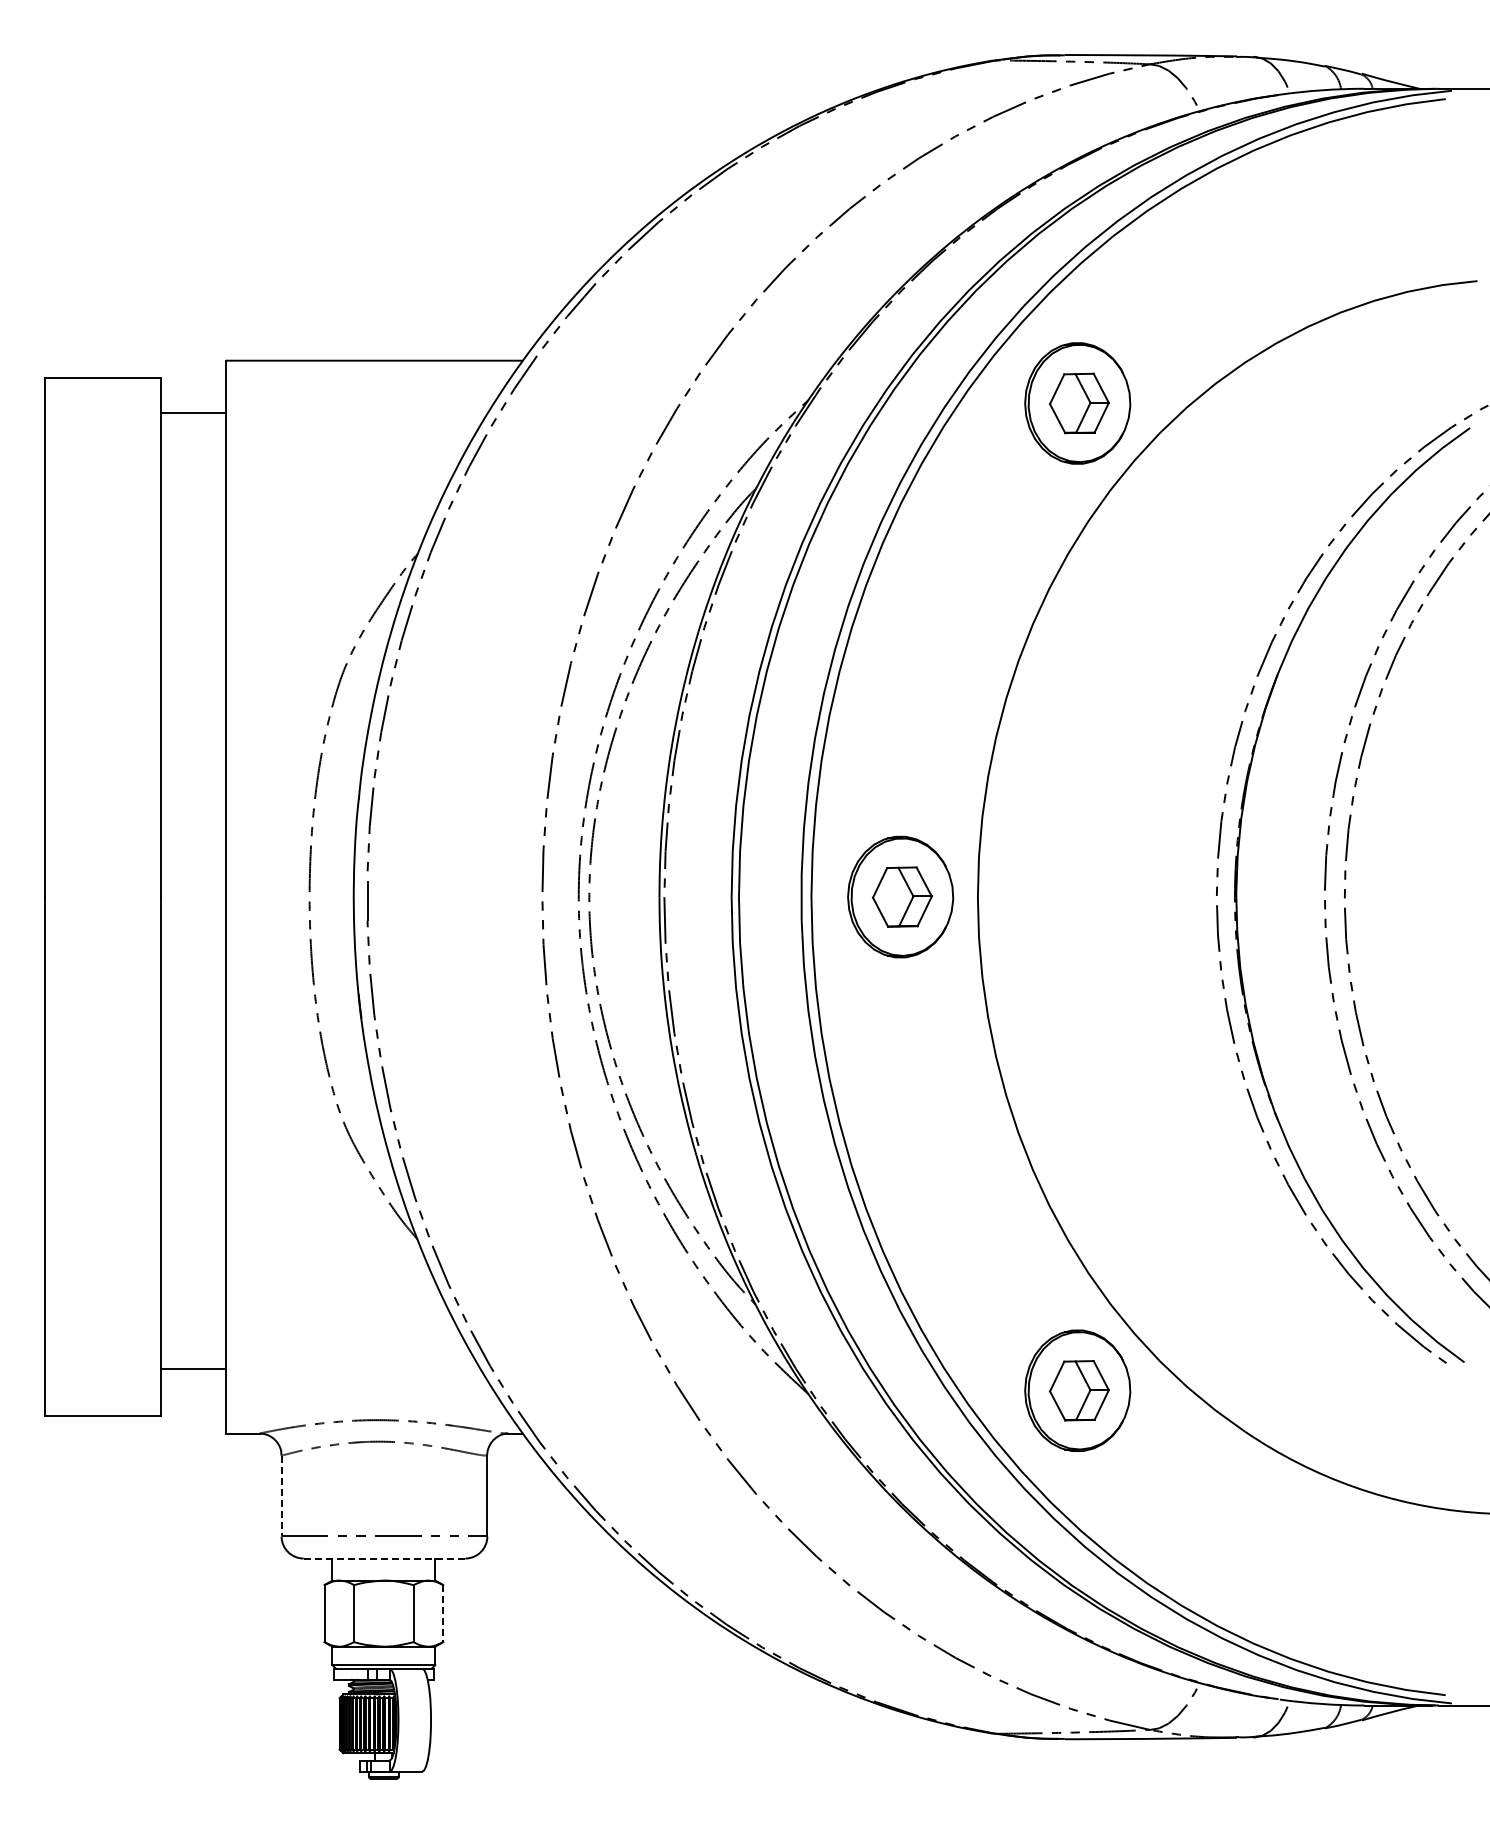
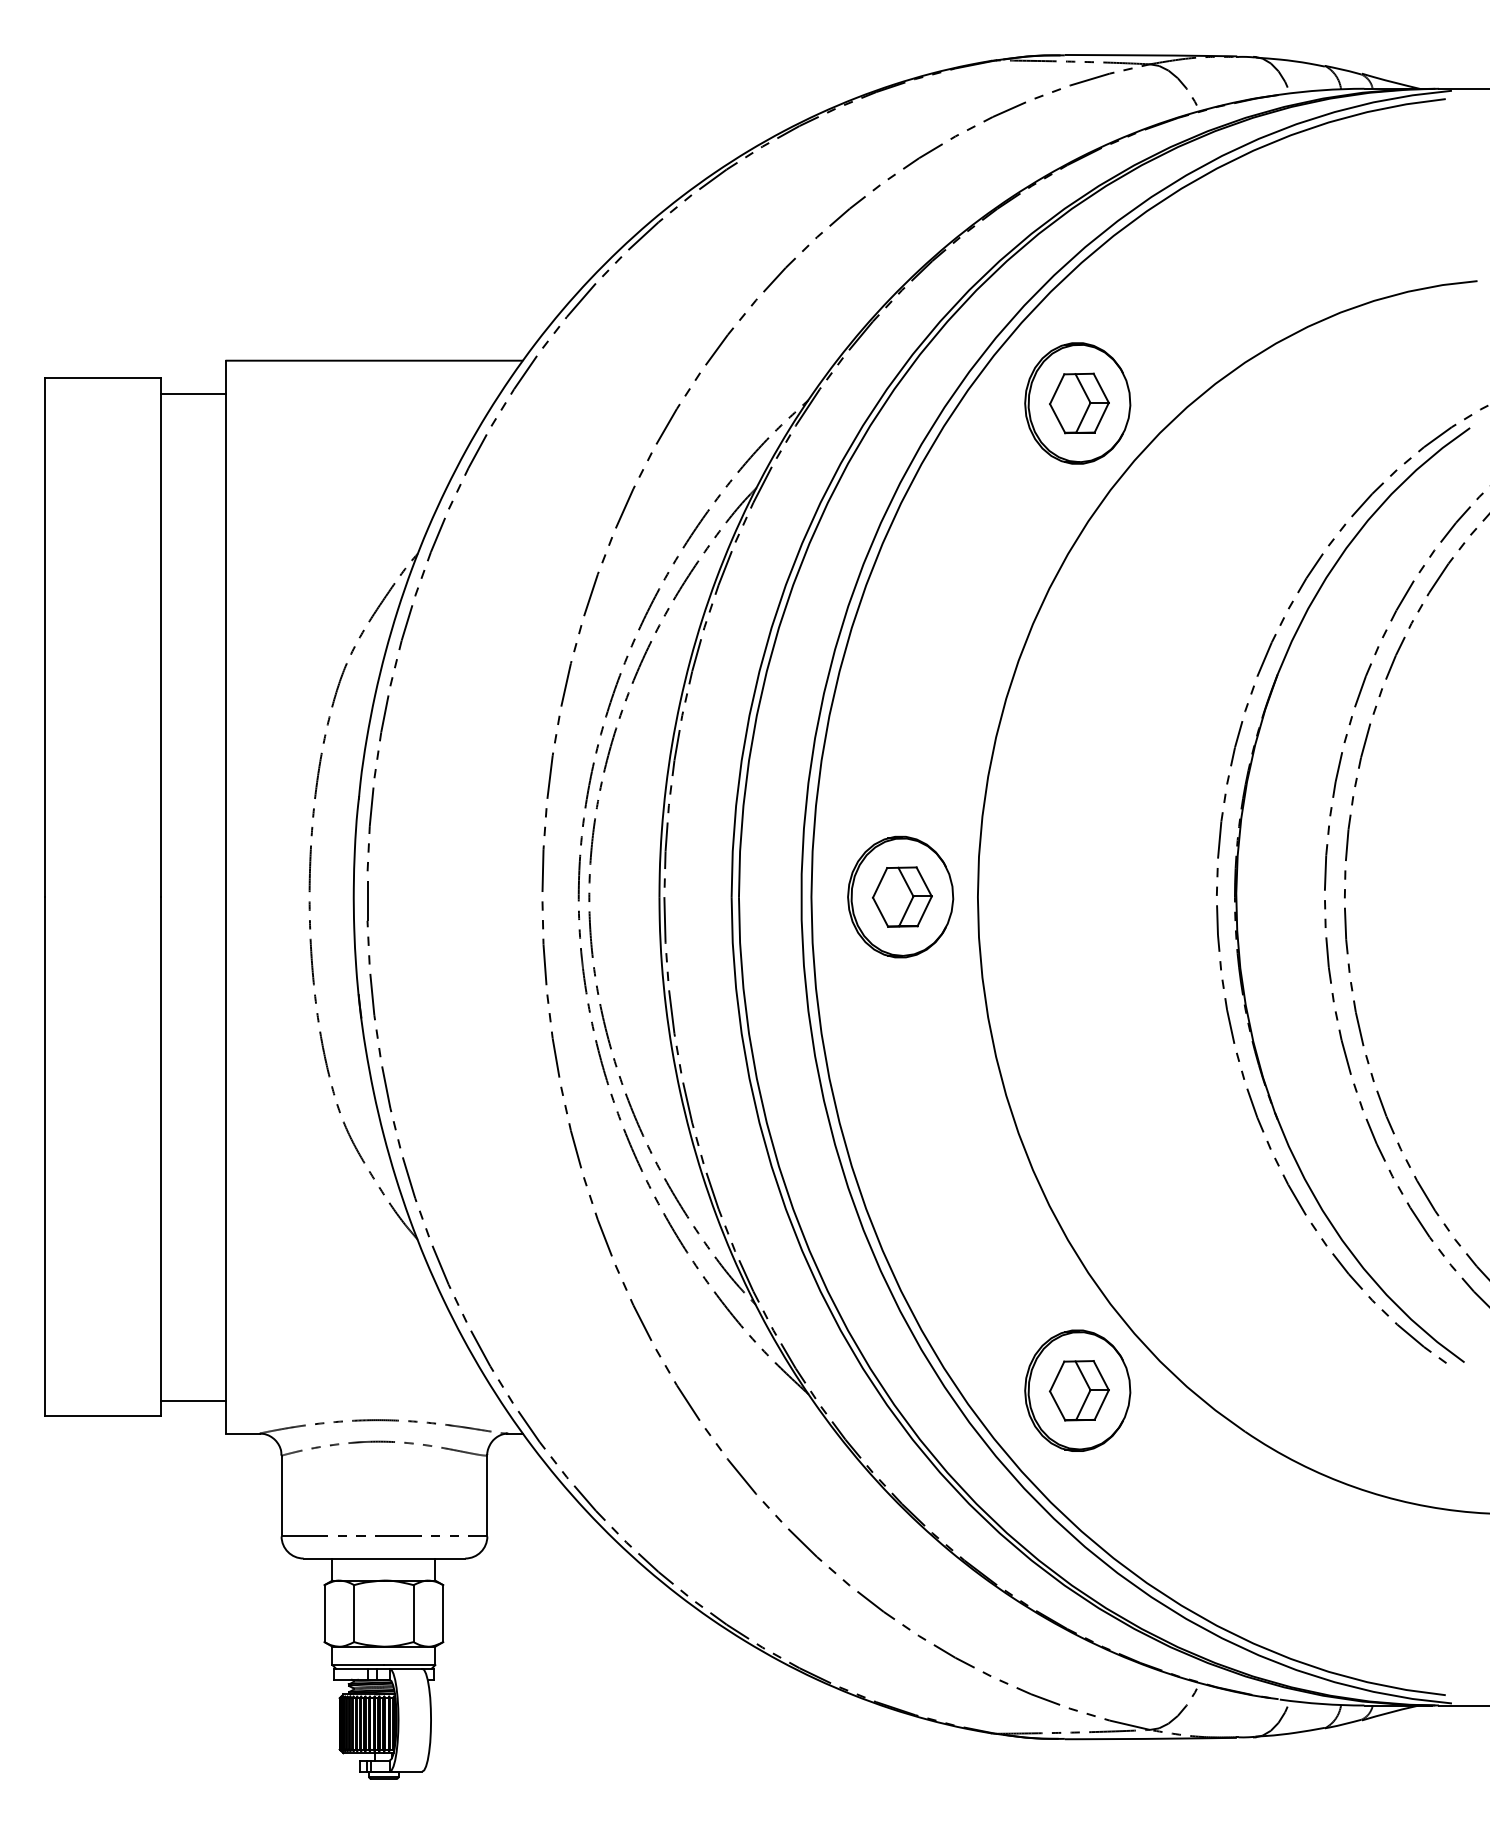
line at (193, 412) position: (193, 412) -> (193, 393)
line at (193, 1368) position: (193, 1368) -> (193, 1400)
line at (281, 1496): dashed -> solid
line at (384, 1558): dashed -> solid
line at (443, 1614): dashed -> solid
